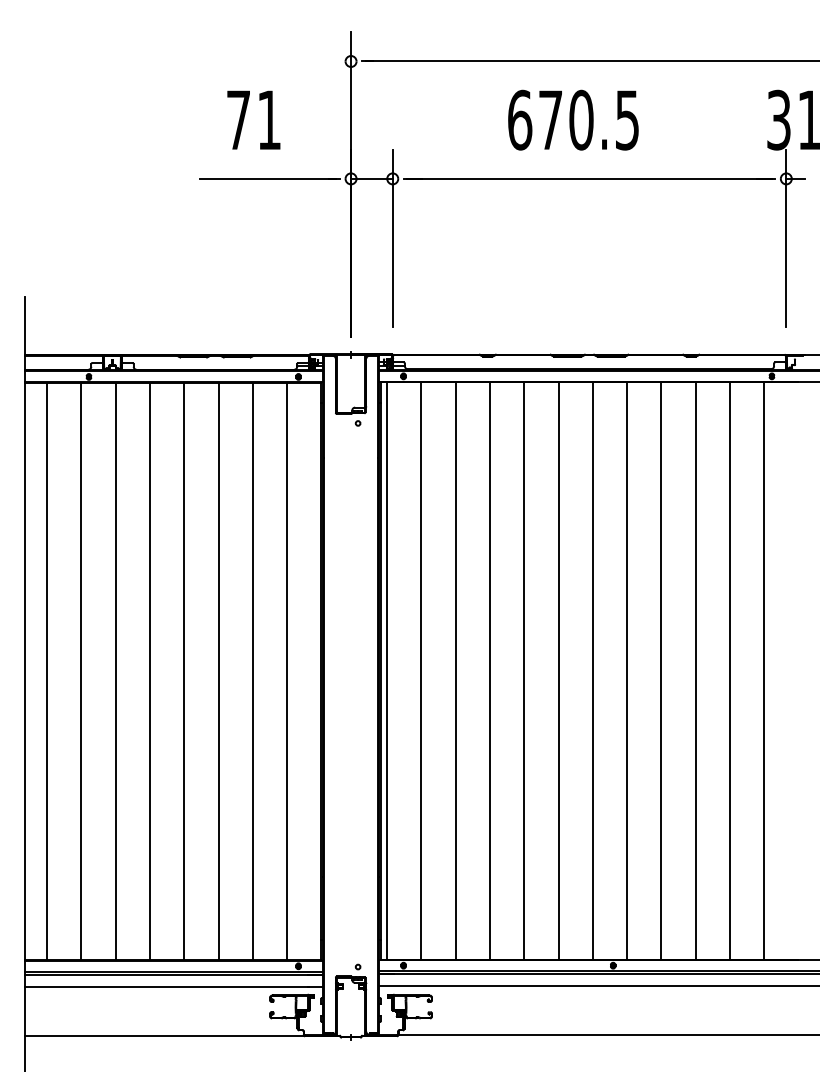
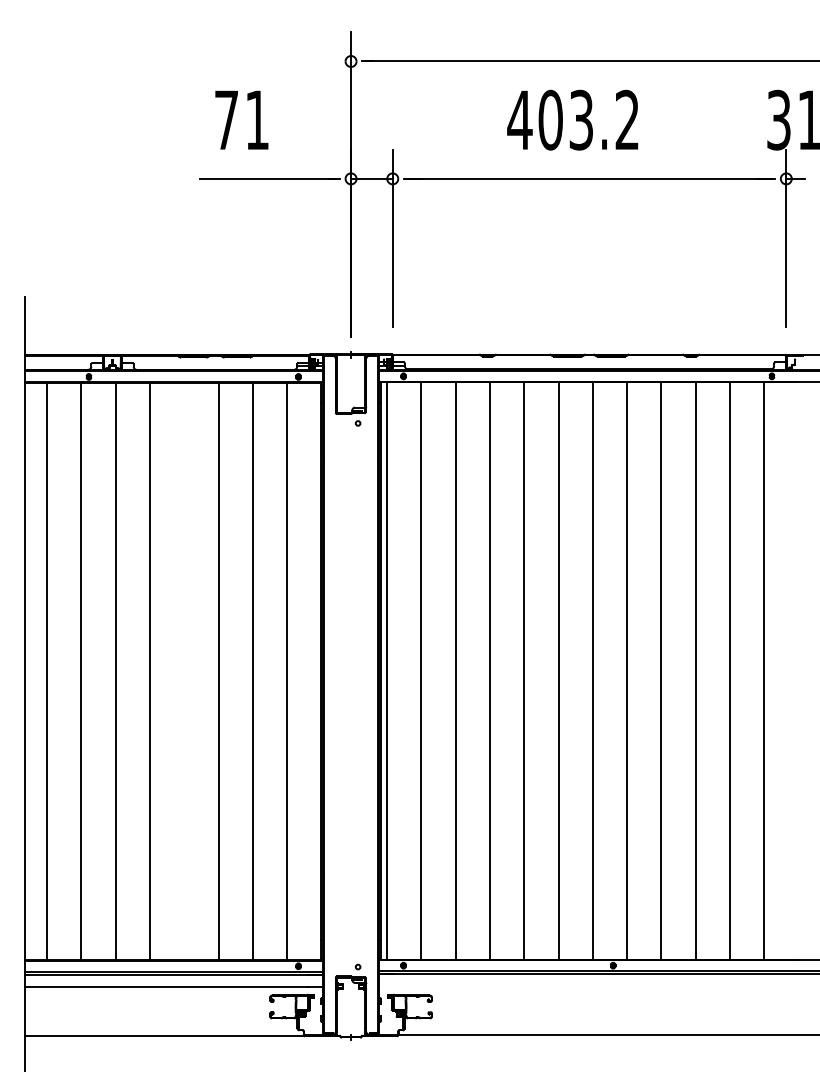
text at (253, 119) position: (253, 119) -> (241, 119)
text at (572, 119): 670.5 -> 403.2
line at (184, 671): present -> none
line at (597, 985): present -> none
